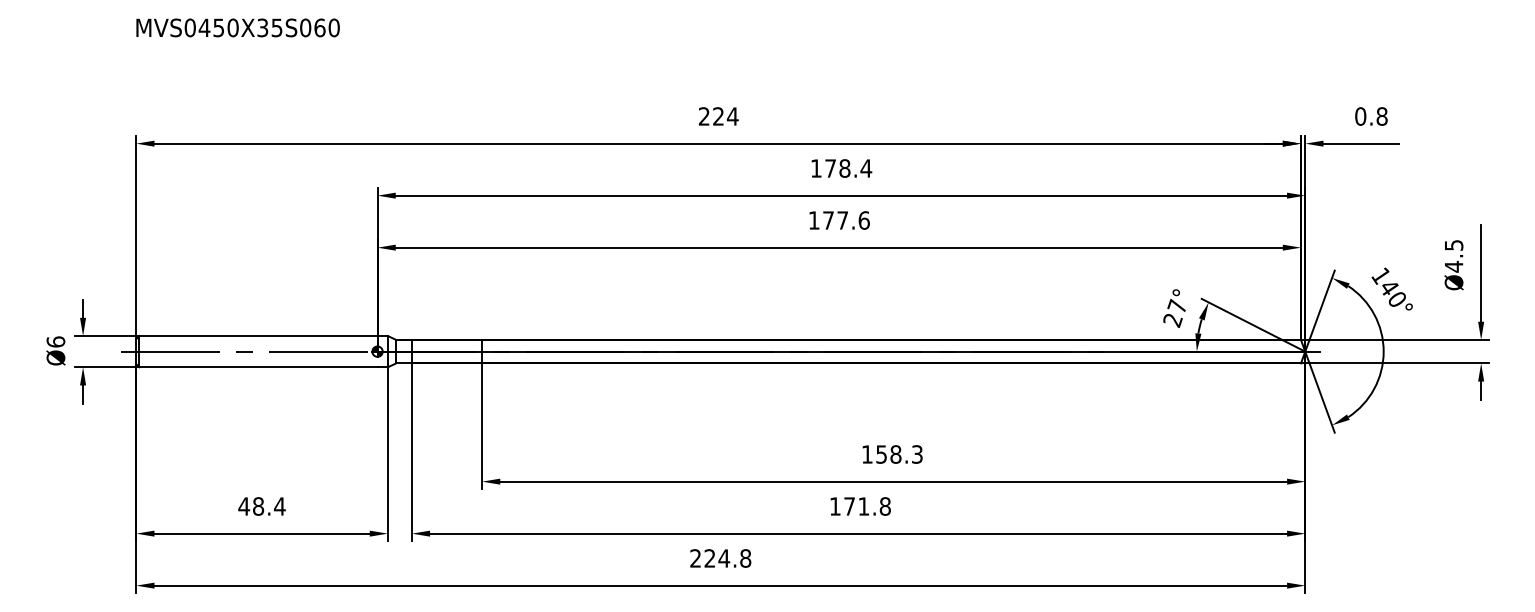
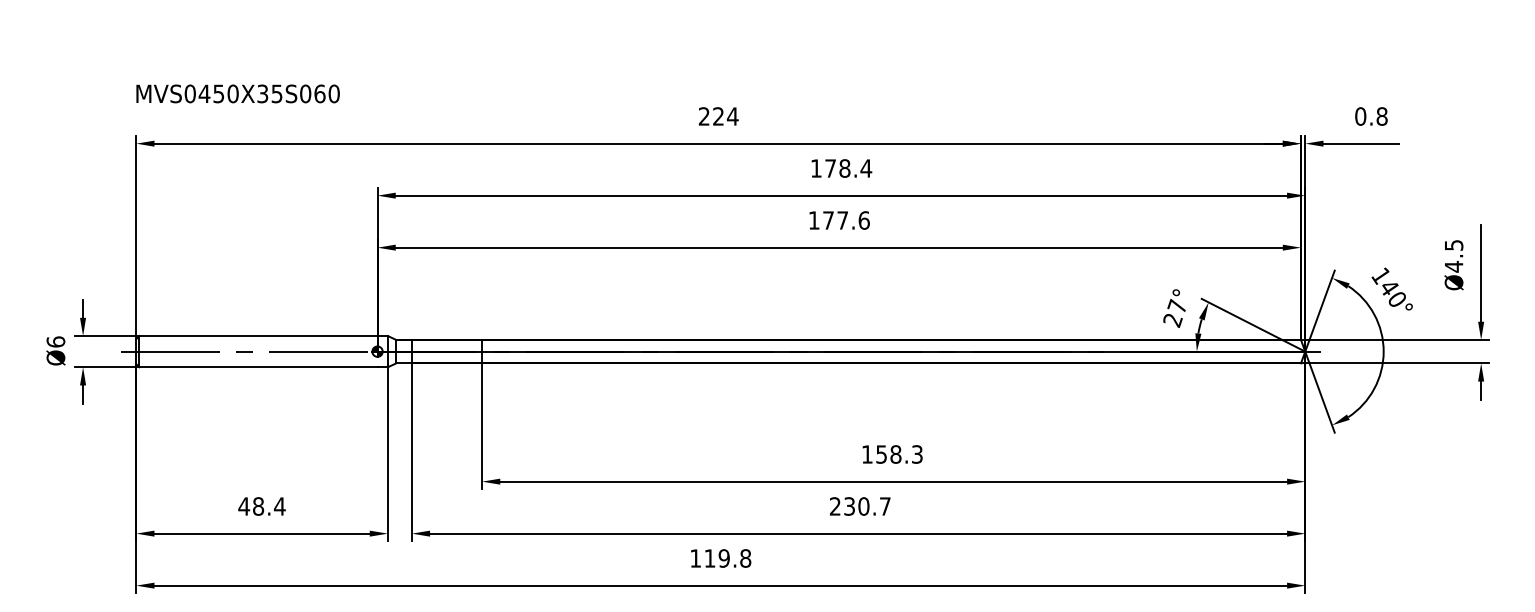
text at (237, 27) position: (237, 27) -> (237, 93)
text at (860, 506): 171.8 -> 230.7
text at (710, 558): 224.8 -> 119.8
